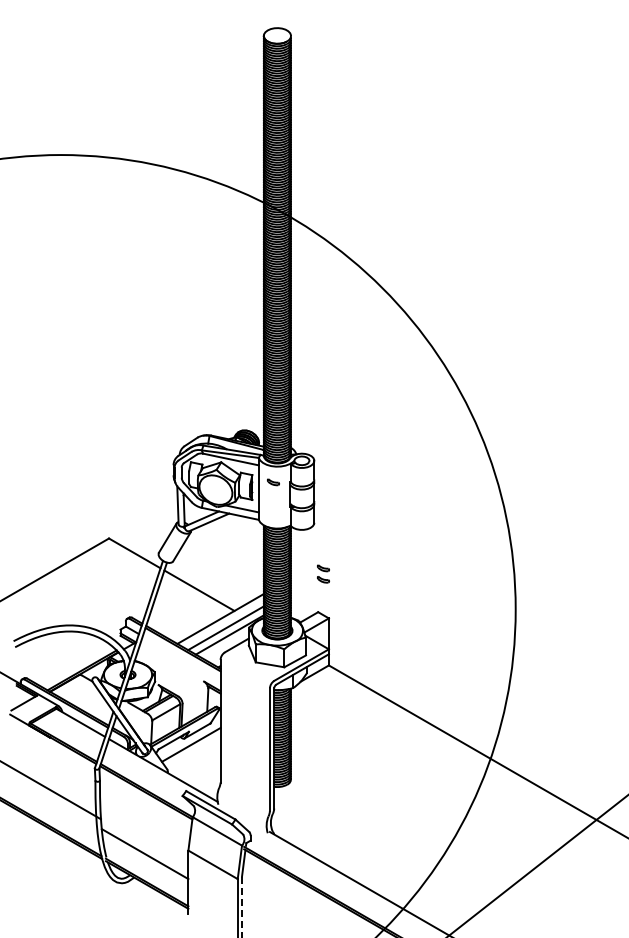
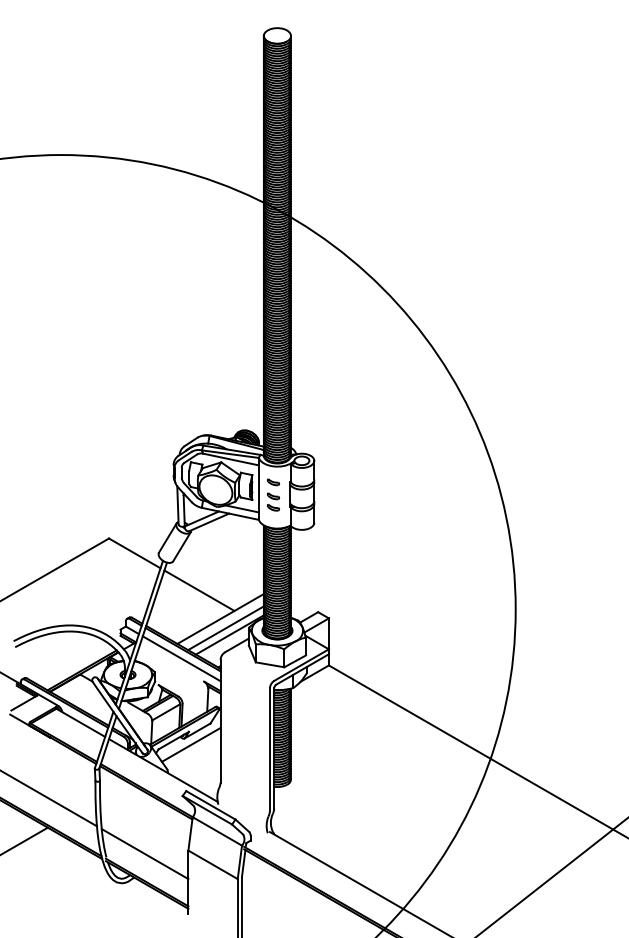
part at (323, 573) position: (323, 573) -> (273, 501)
line at (181, 658): none -> present
line at (51, 790) position: (51, 790) -> (49, 798)
line at (24, 840): none -> present
line at (537, 865) position: (537, 865) -> (552, 876)
line at (242, 907): dashed -> solid
